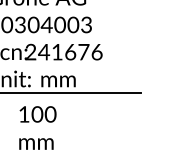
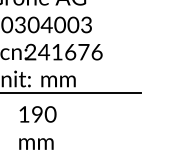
text at (37, 114): 100 -> 190
